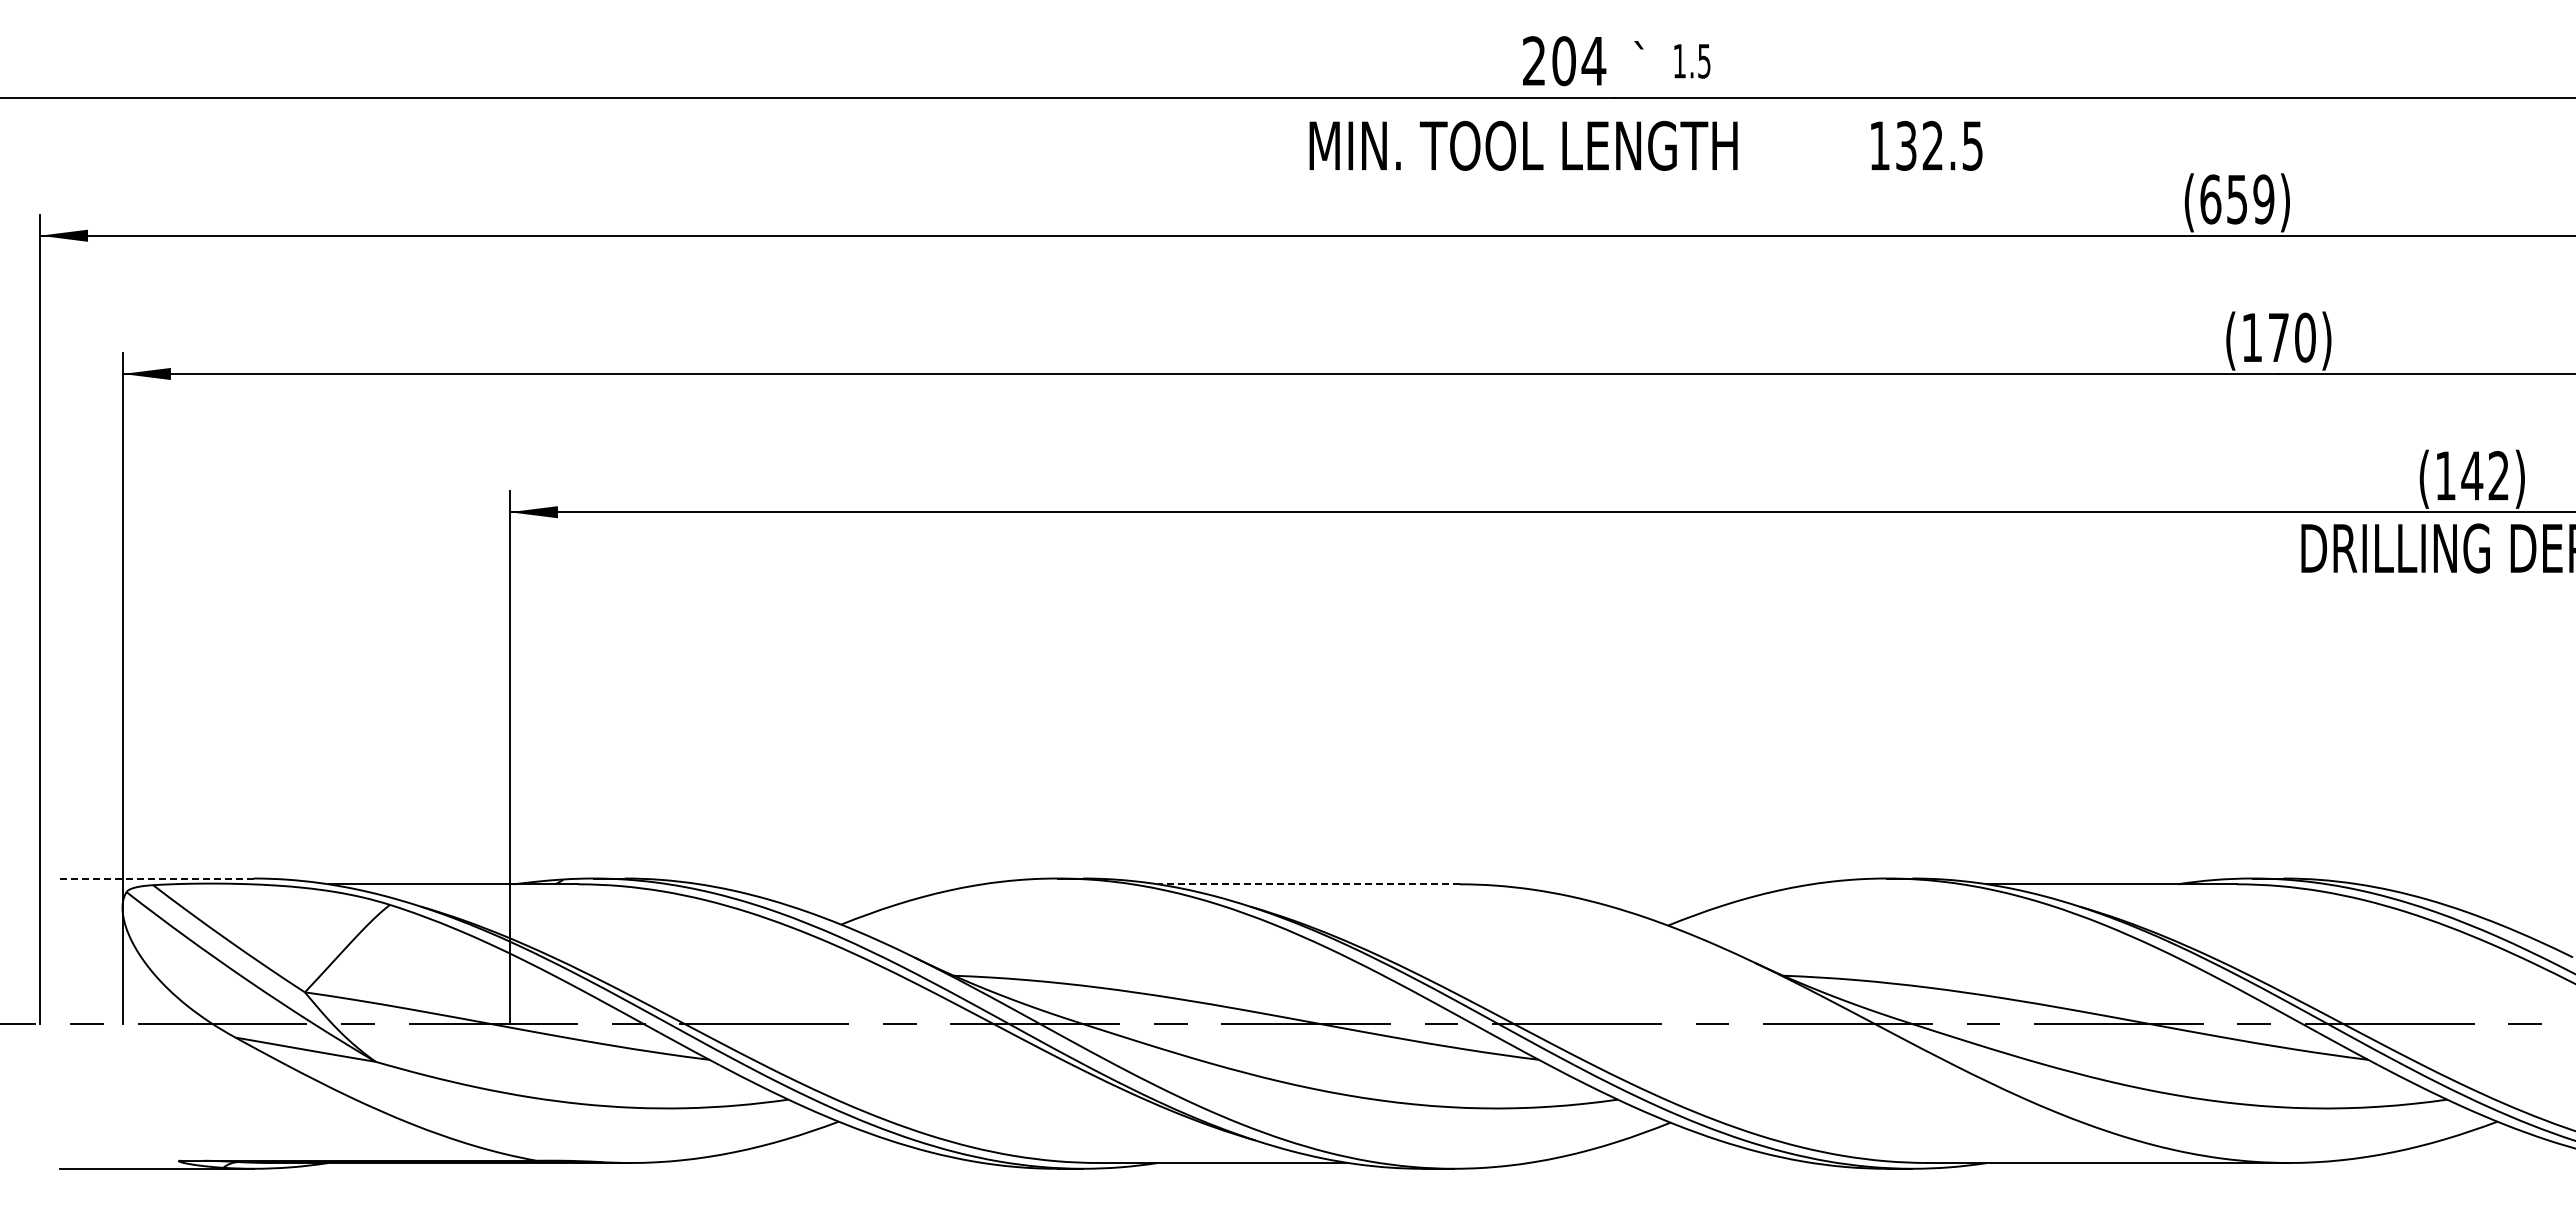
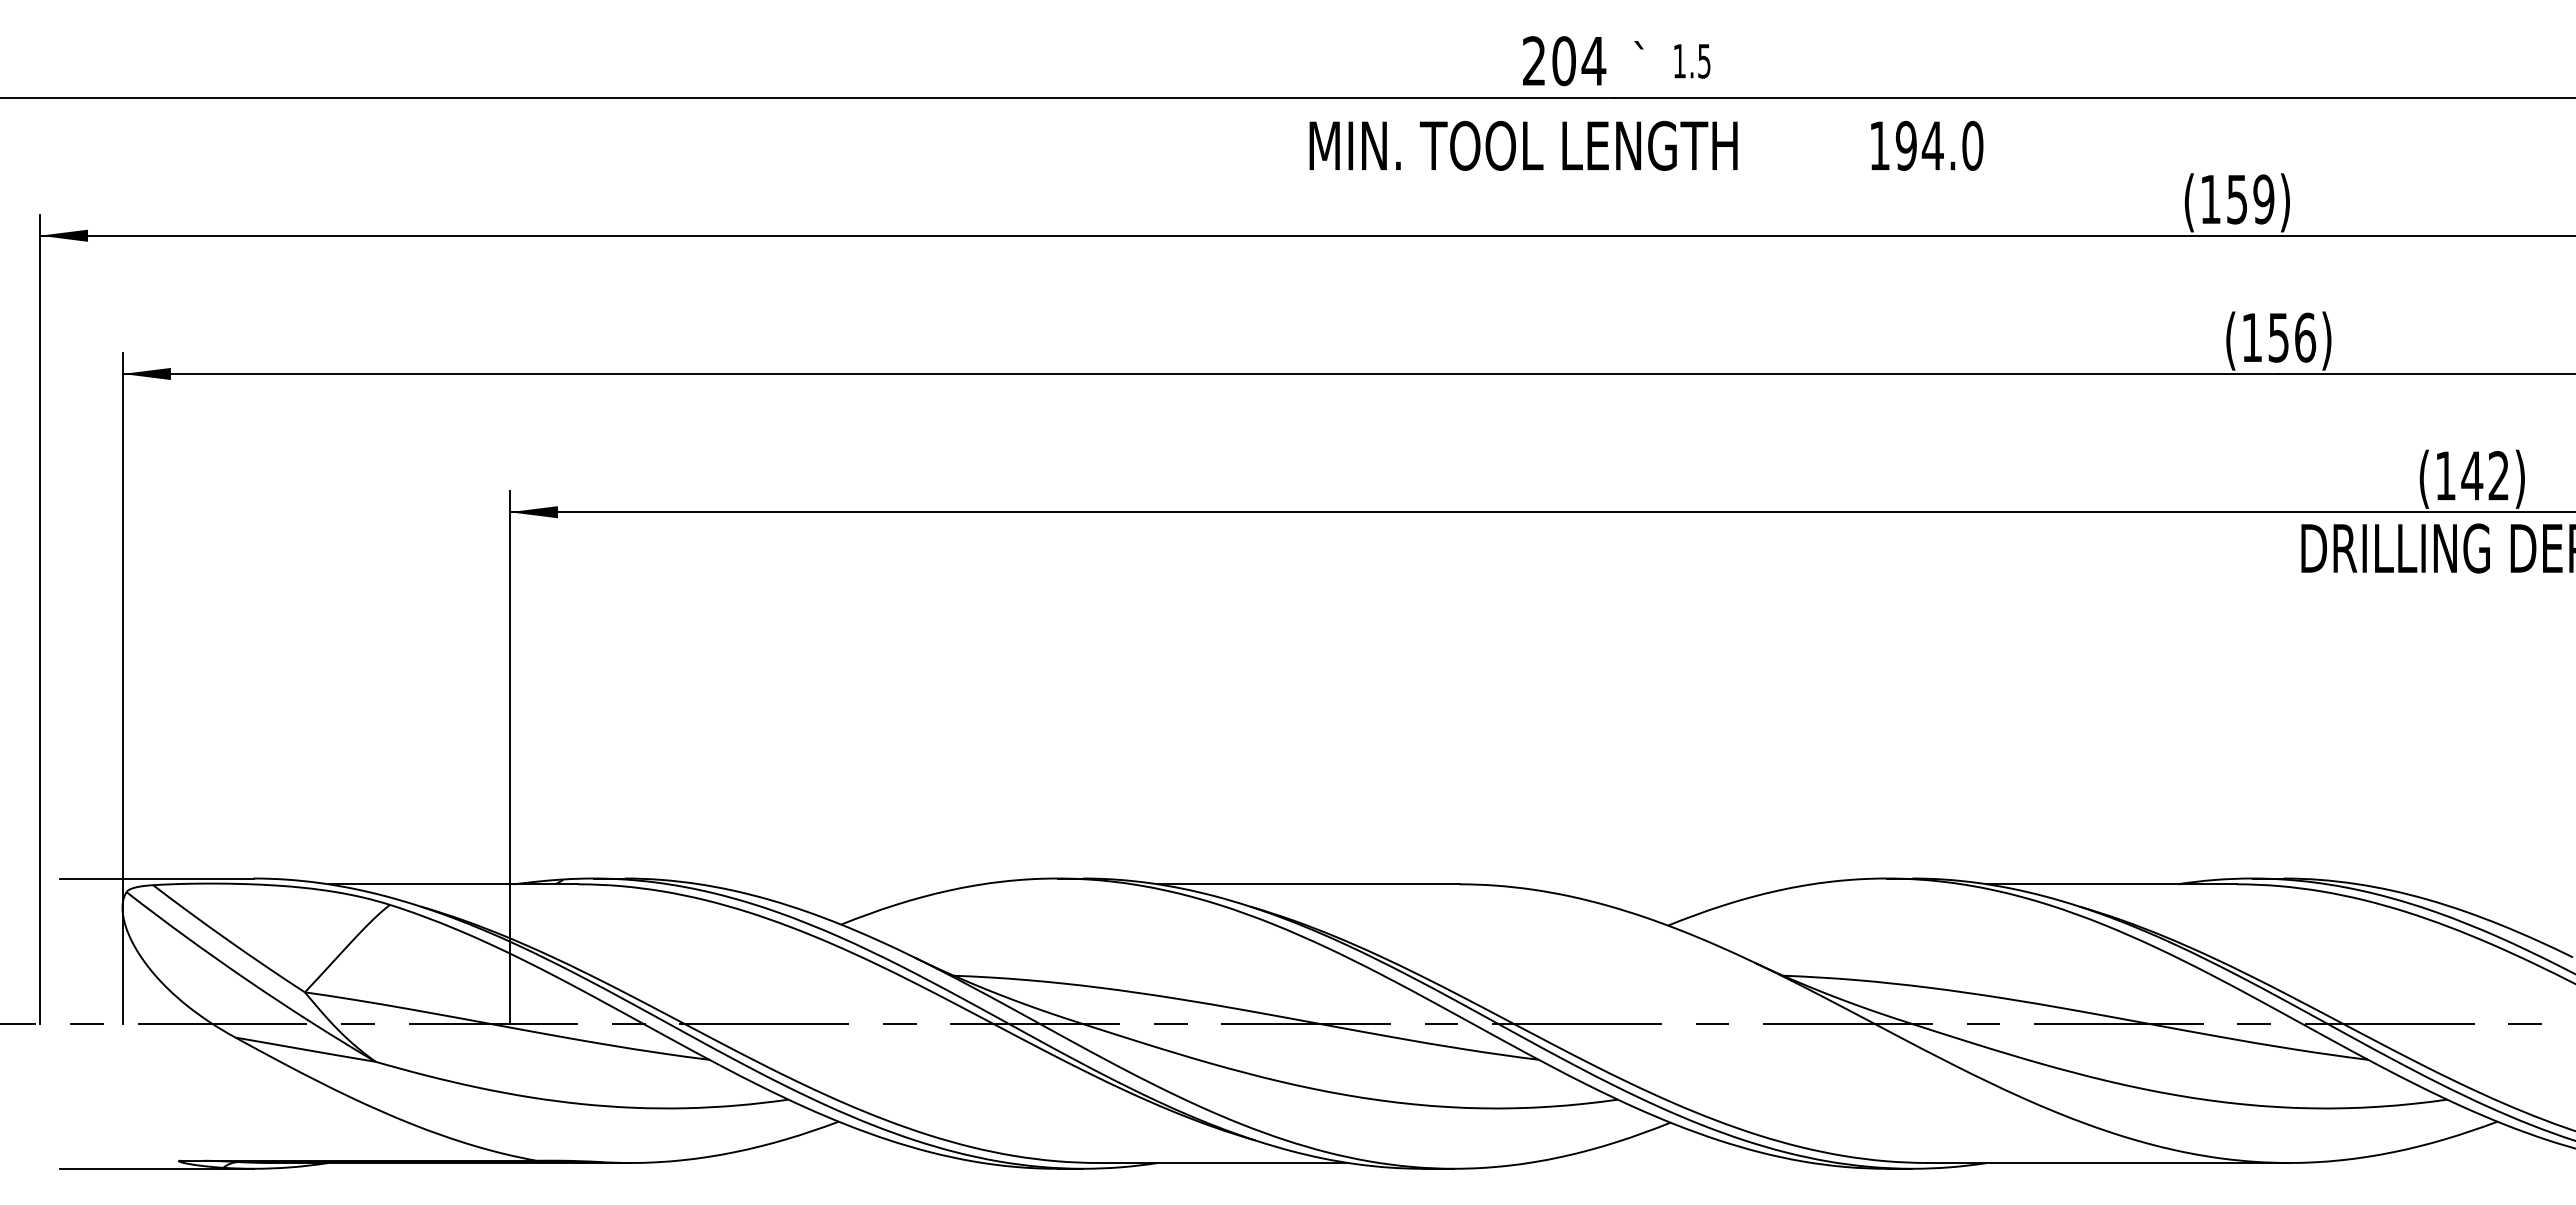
text at (1939, 145): 132.5 -> 194.0
text at (2210, 199): (659) -> (159)
text at (2292, 337): (170) -> (156)
line at (157, 878): dashed -> solid
line at (1308, 884): dashed -> solid
